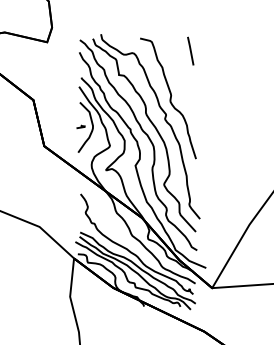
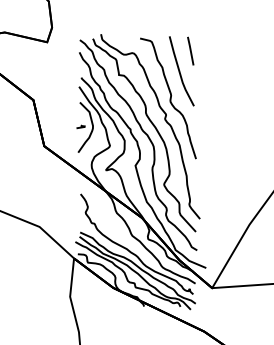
line at (180, 71): none -> present
